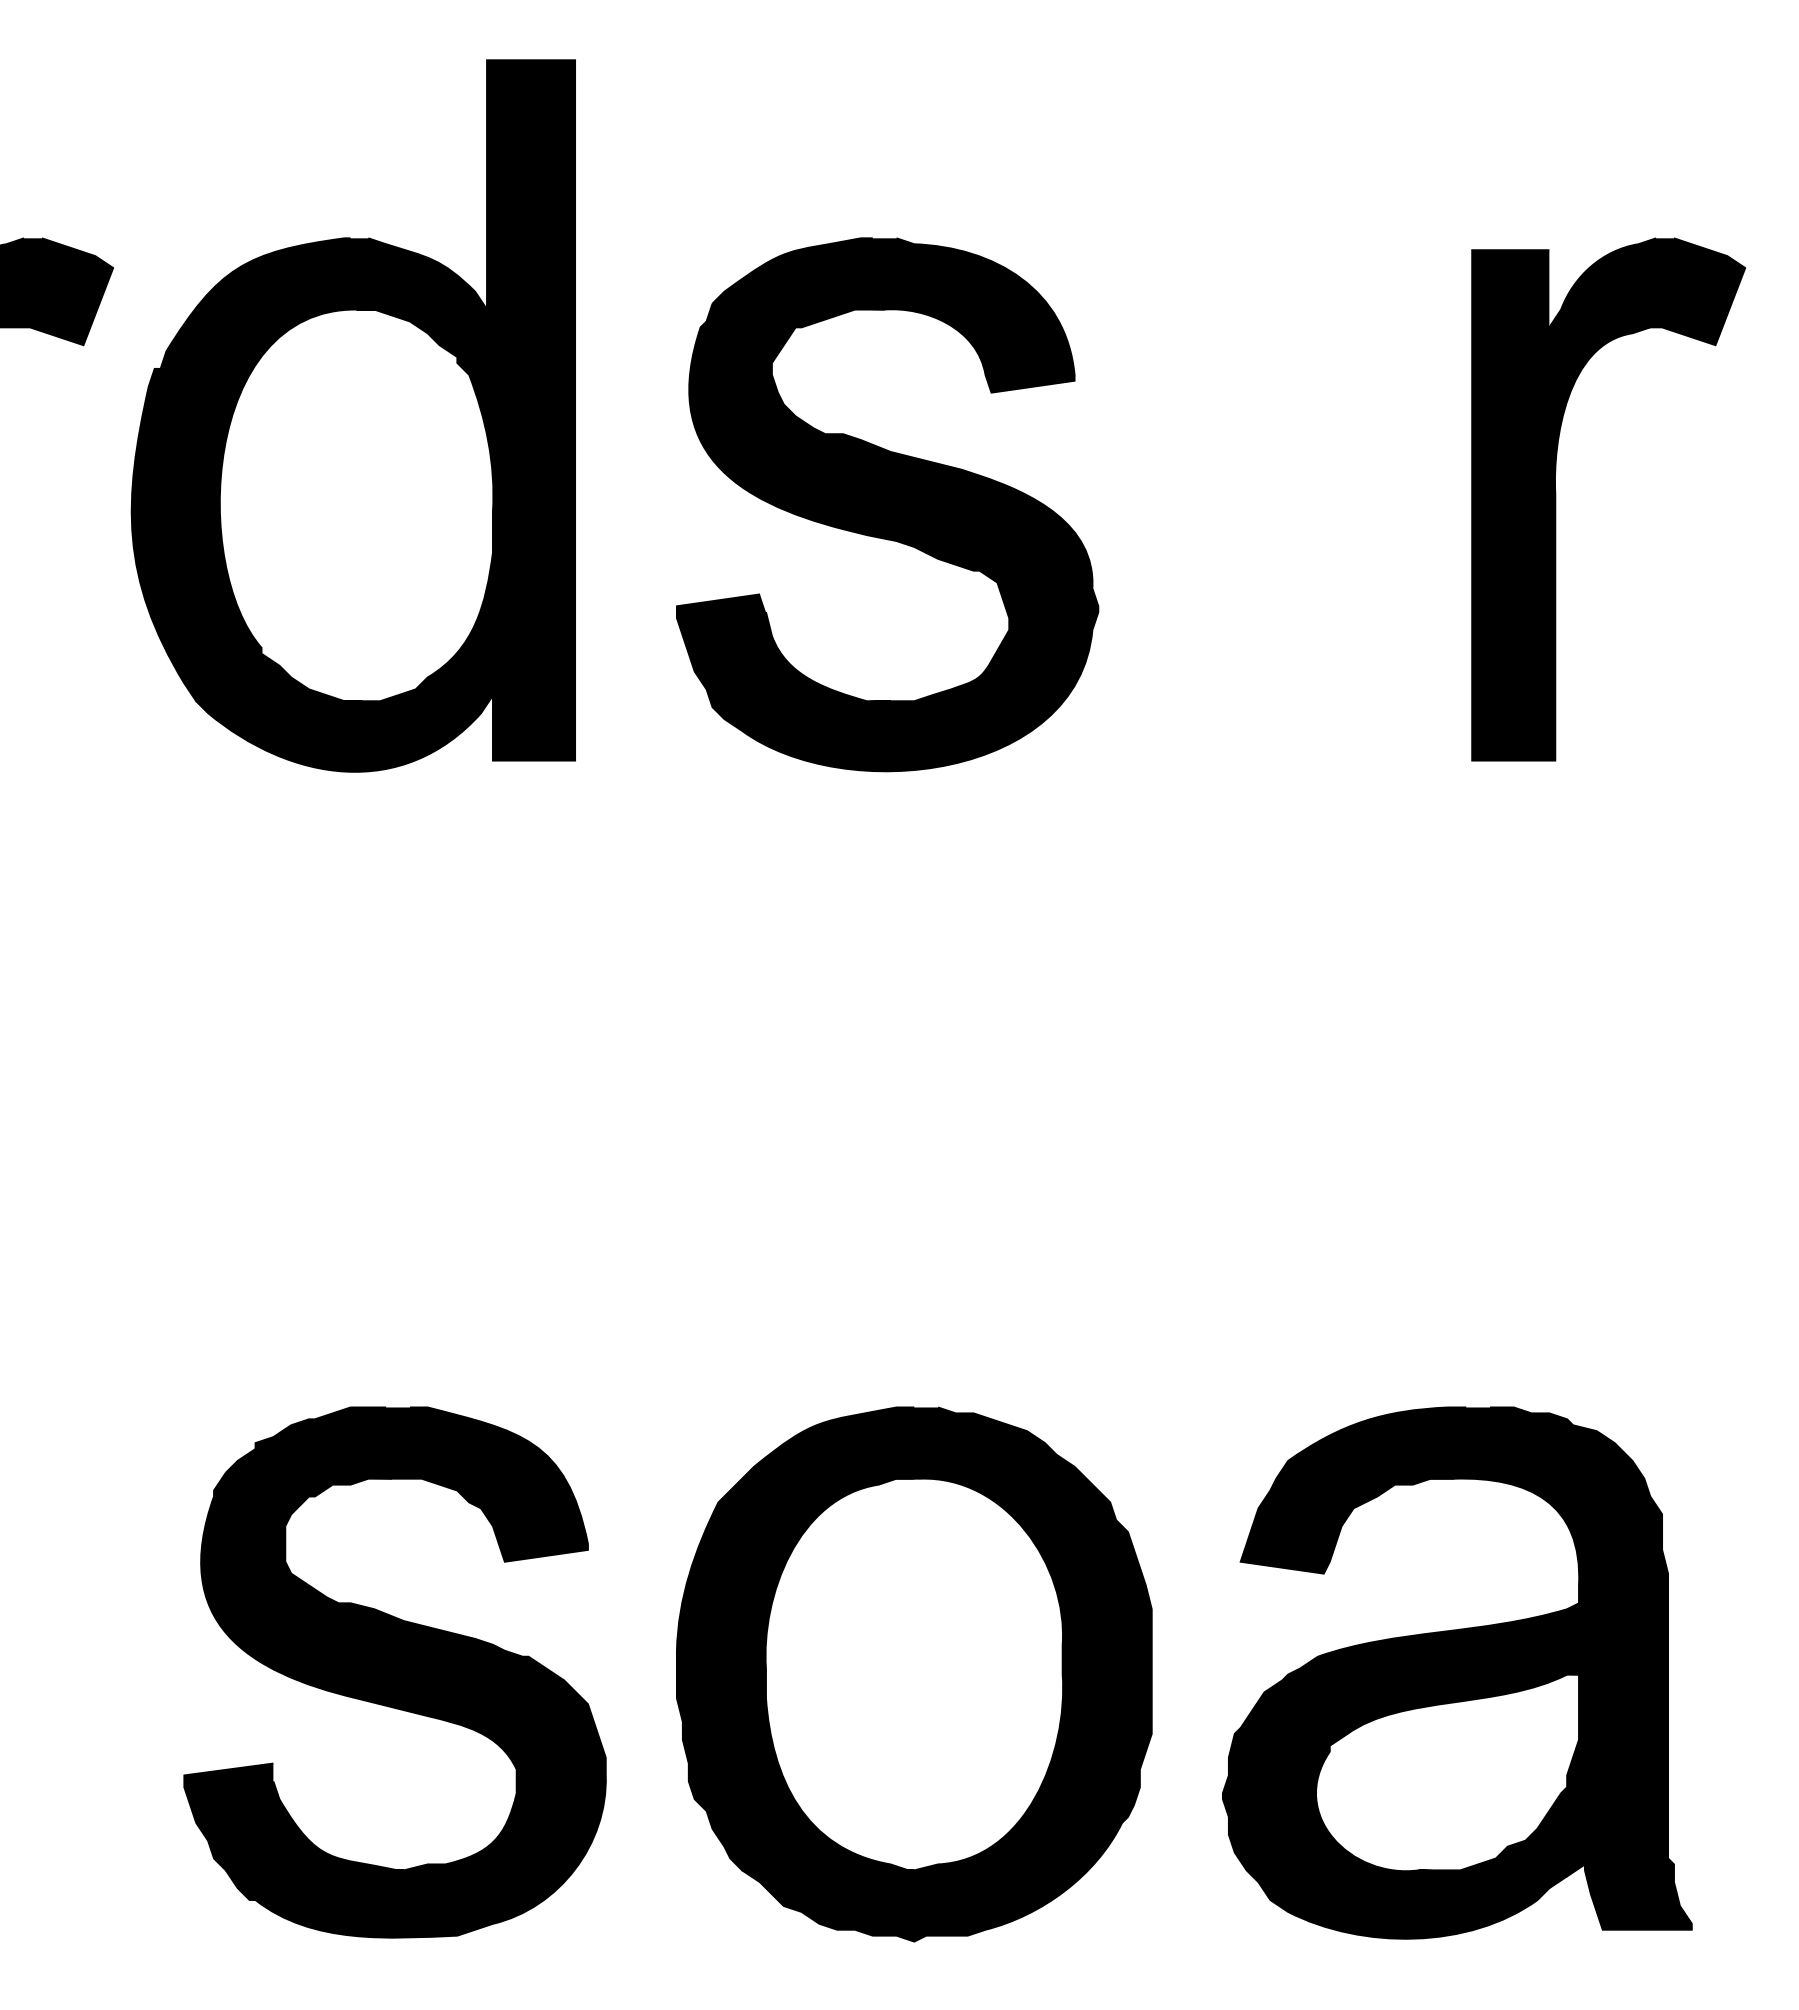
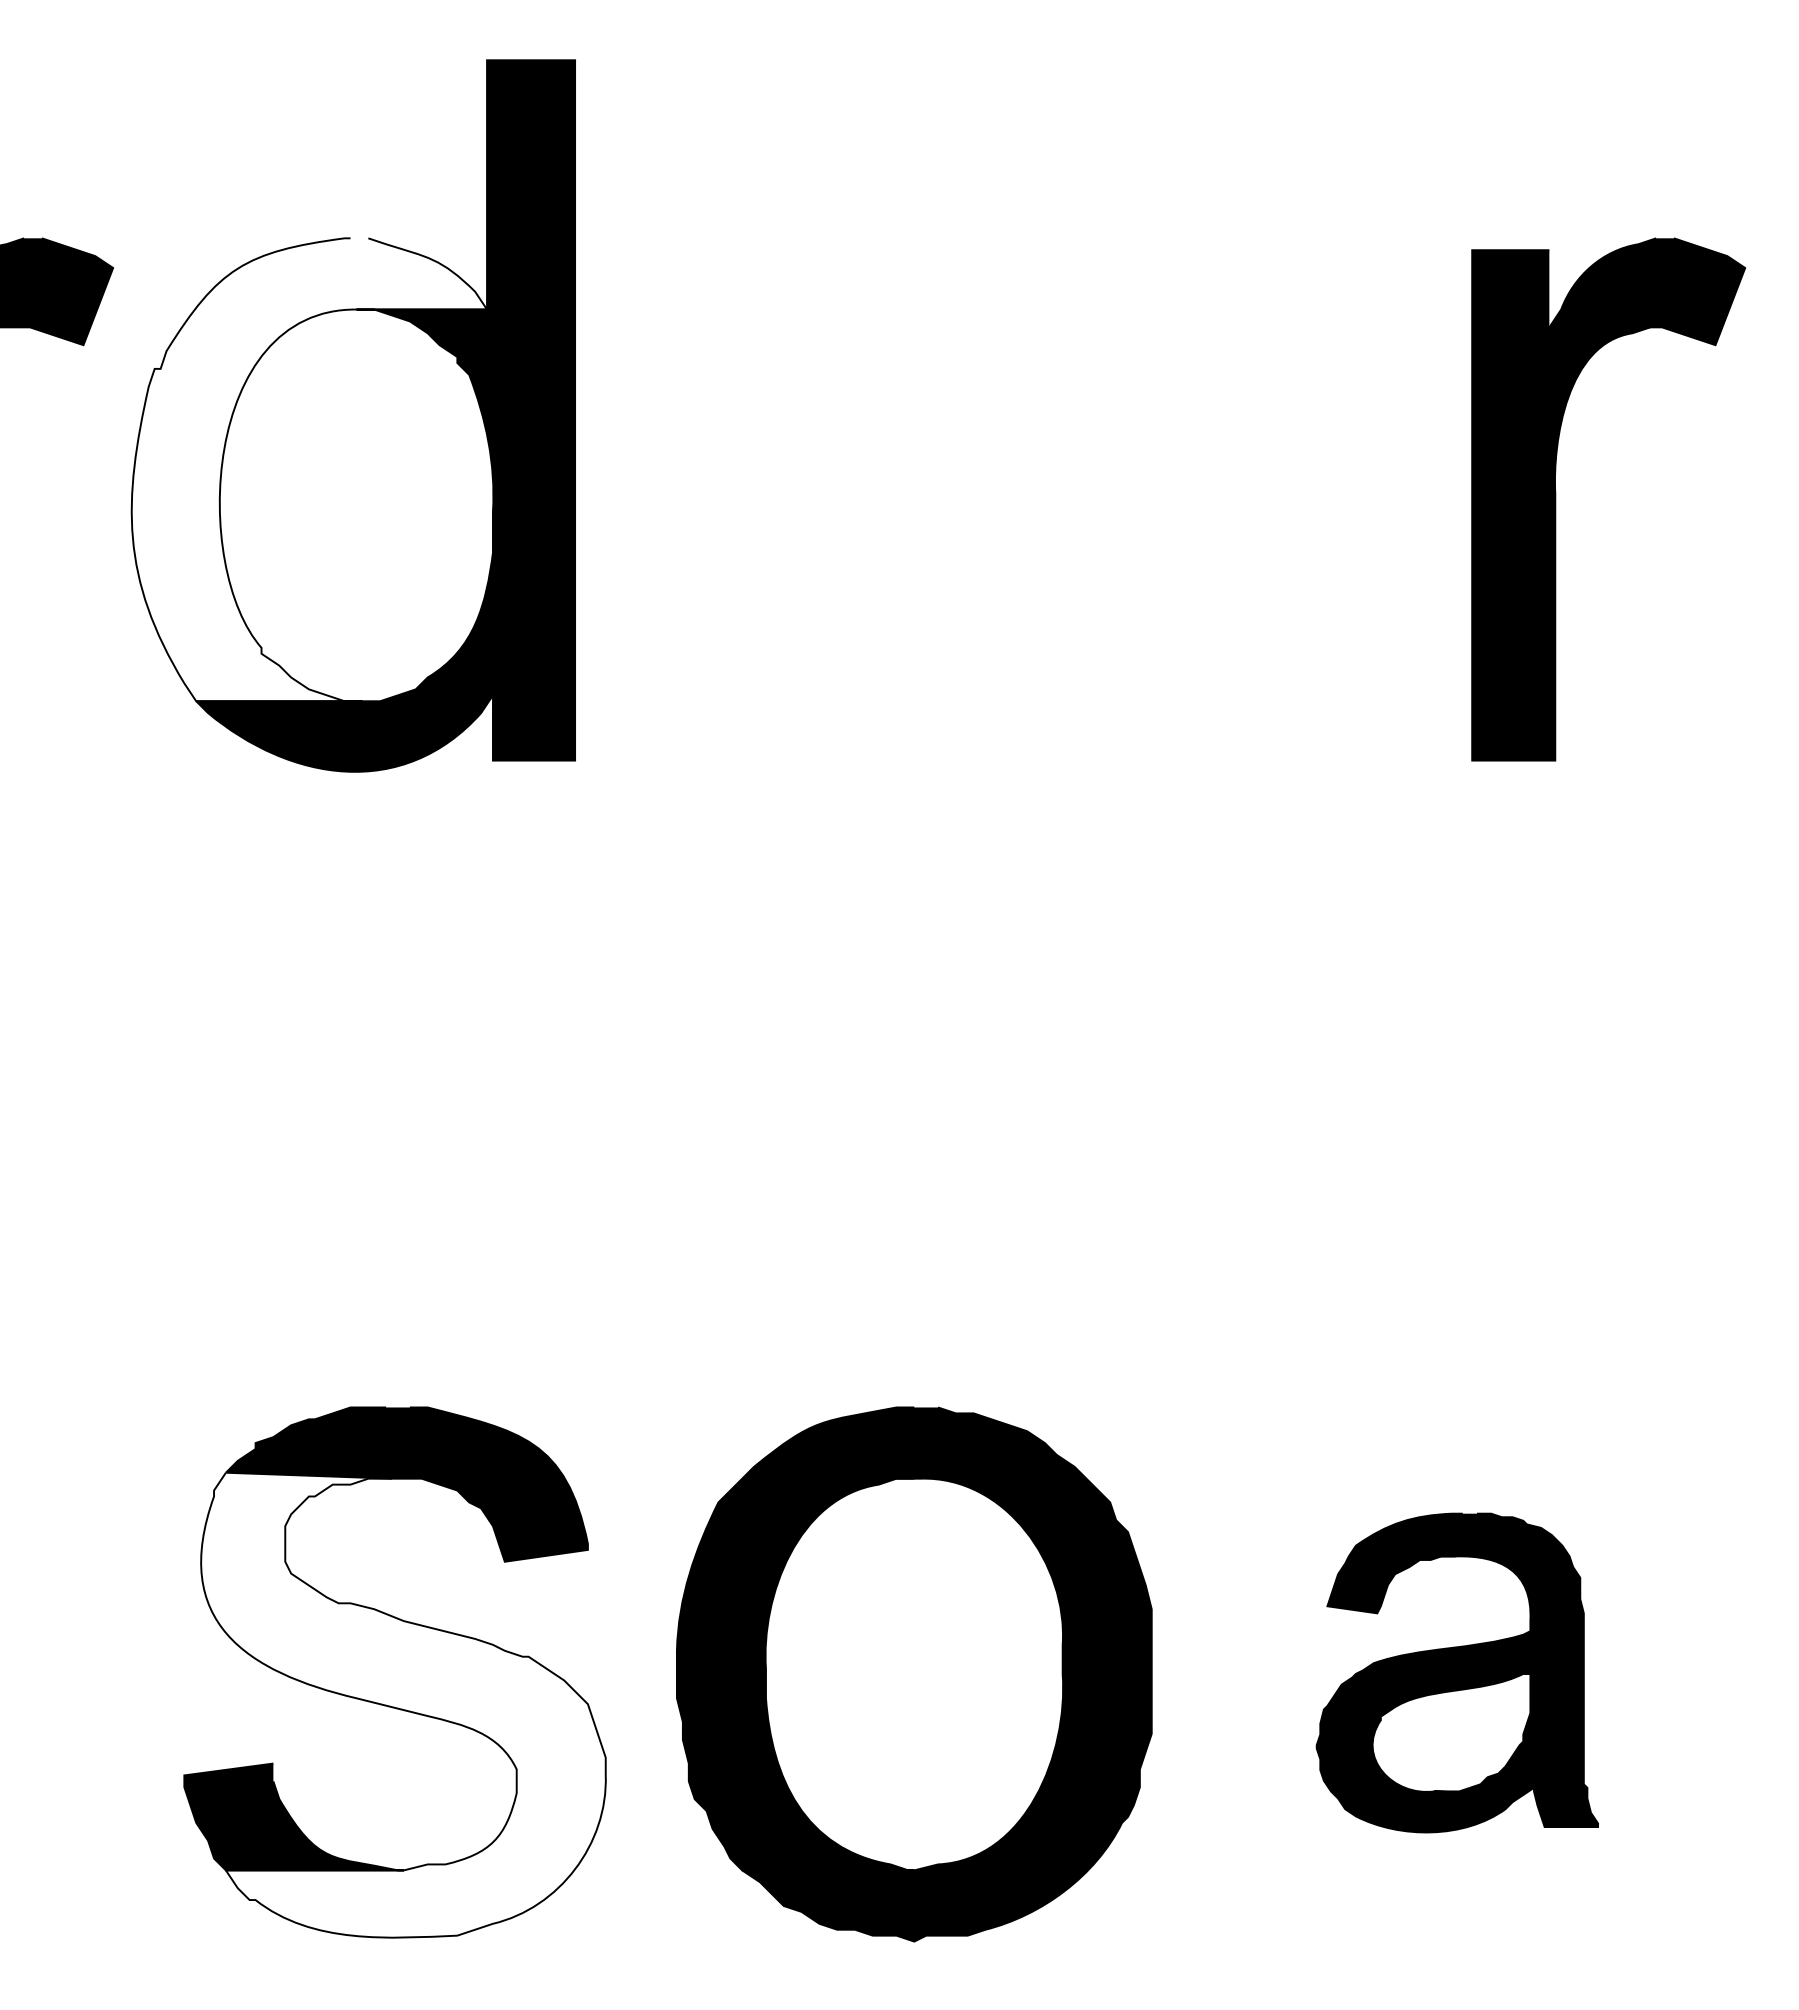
fill at (309, 469): present -> none
part at (887, 504): present -> none
part at (1457, 1672) size: 471x534 px -> 284x322 px
fill at (403, 1704): present -> none
